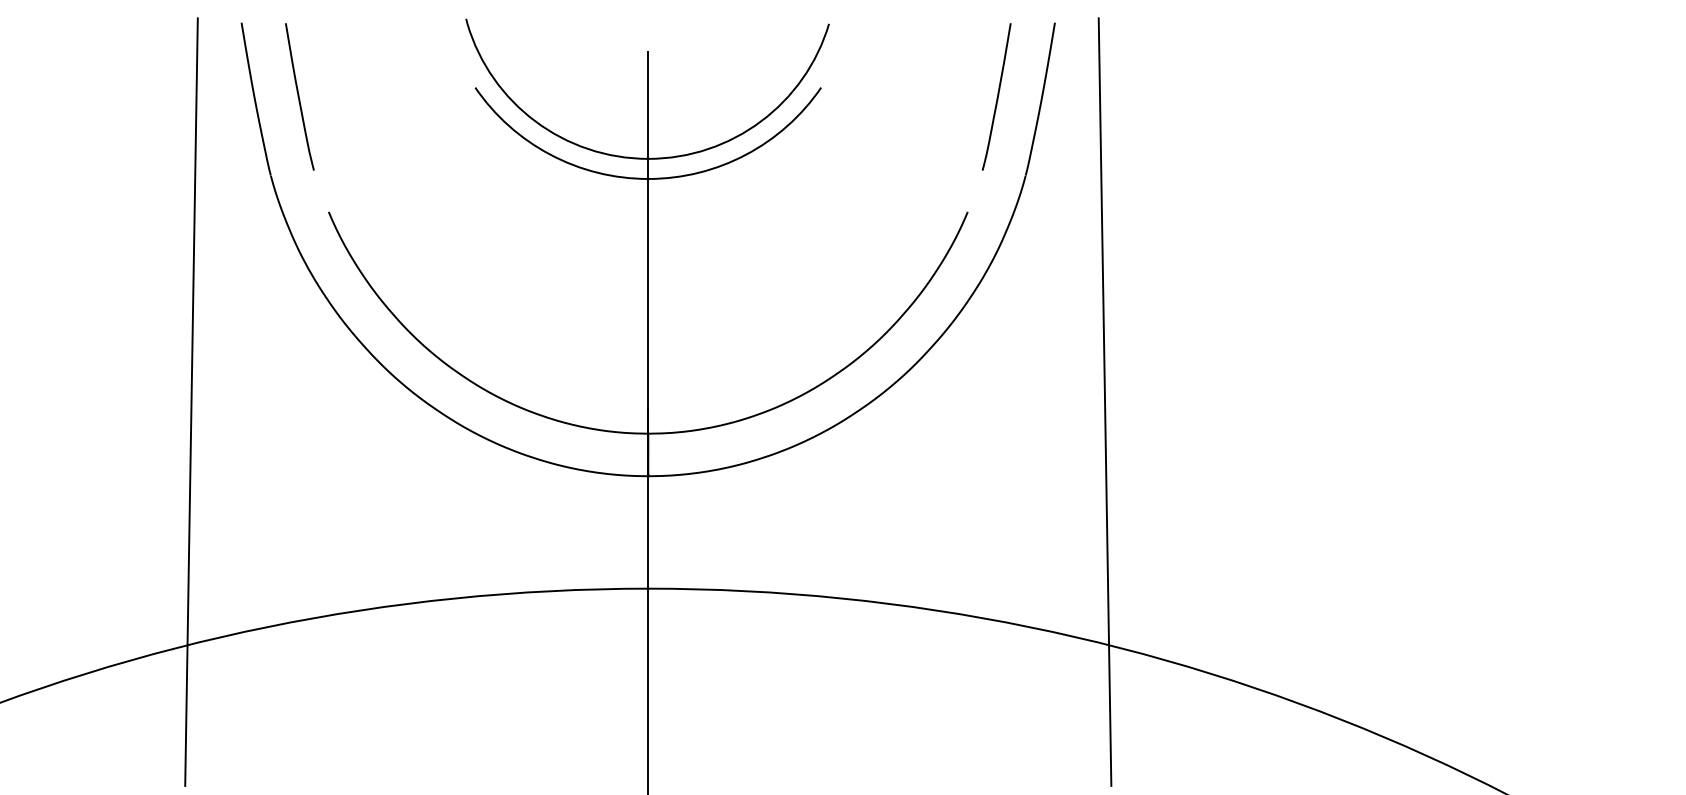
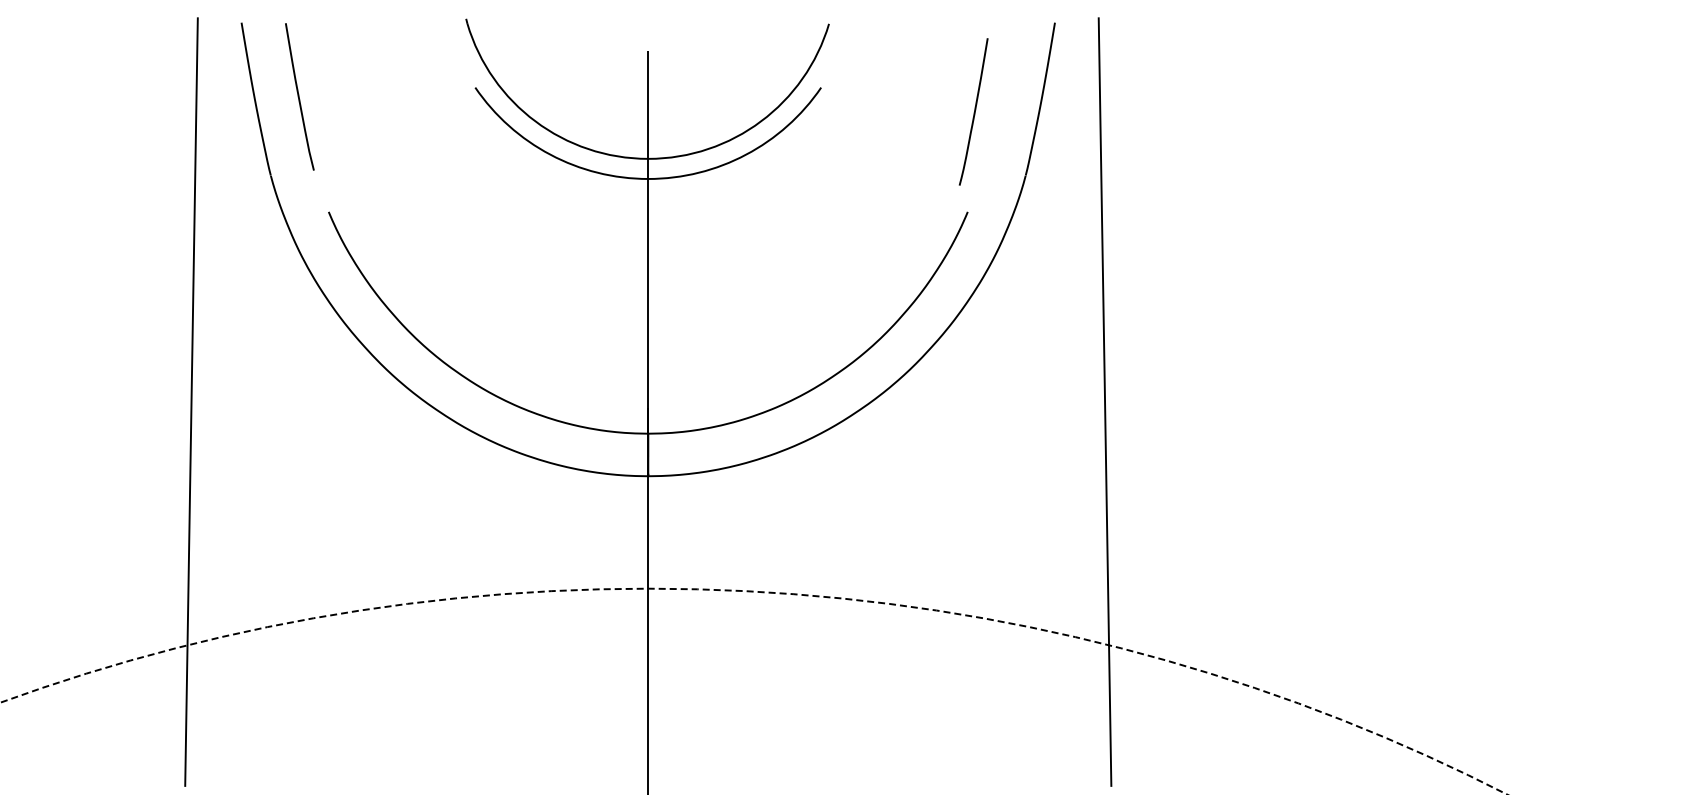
curve at (997, 96) position: (997, 96) -> (974, 111)
circle at (753, 691): solid -> dashed
